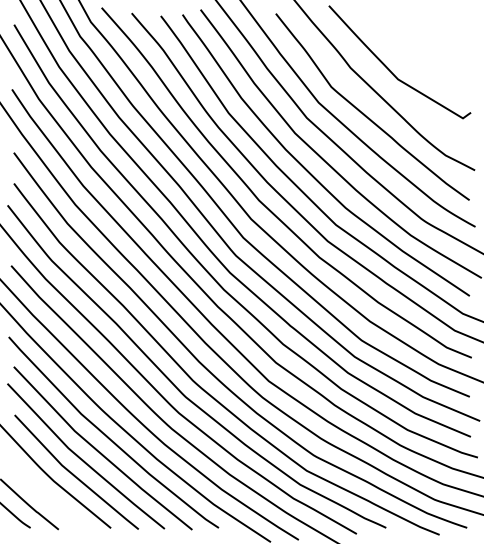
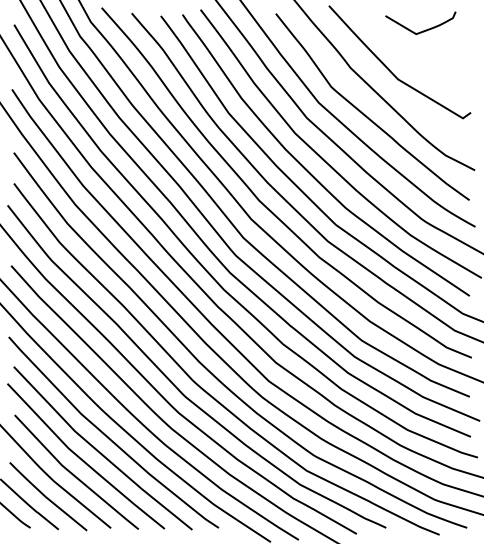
curve at (422, 30): none -> present
curve at (47, 497): none -> present
